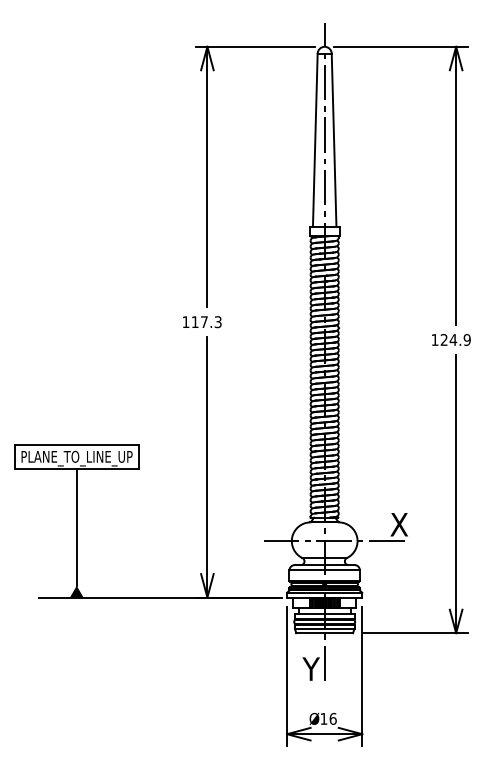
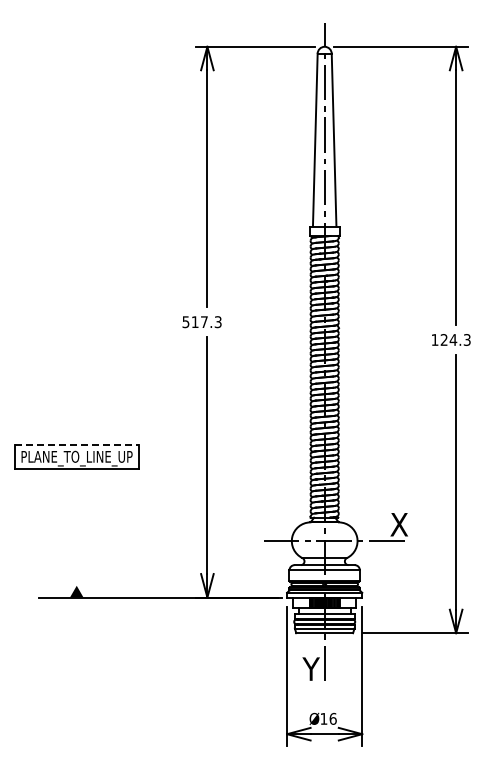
text at (185, 322): 117.3 -> 517.3
text at (466, 339): 124.9 -> 124.3
line at (77, 445): solid -> dashed
line at (76, 526): present -> none
